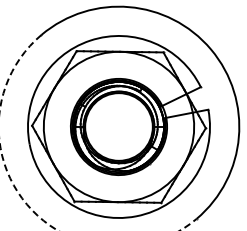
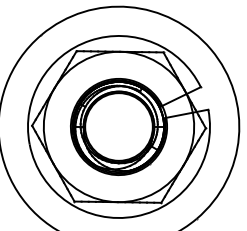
arc at (4, 164): dashed -> solid
